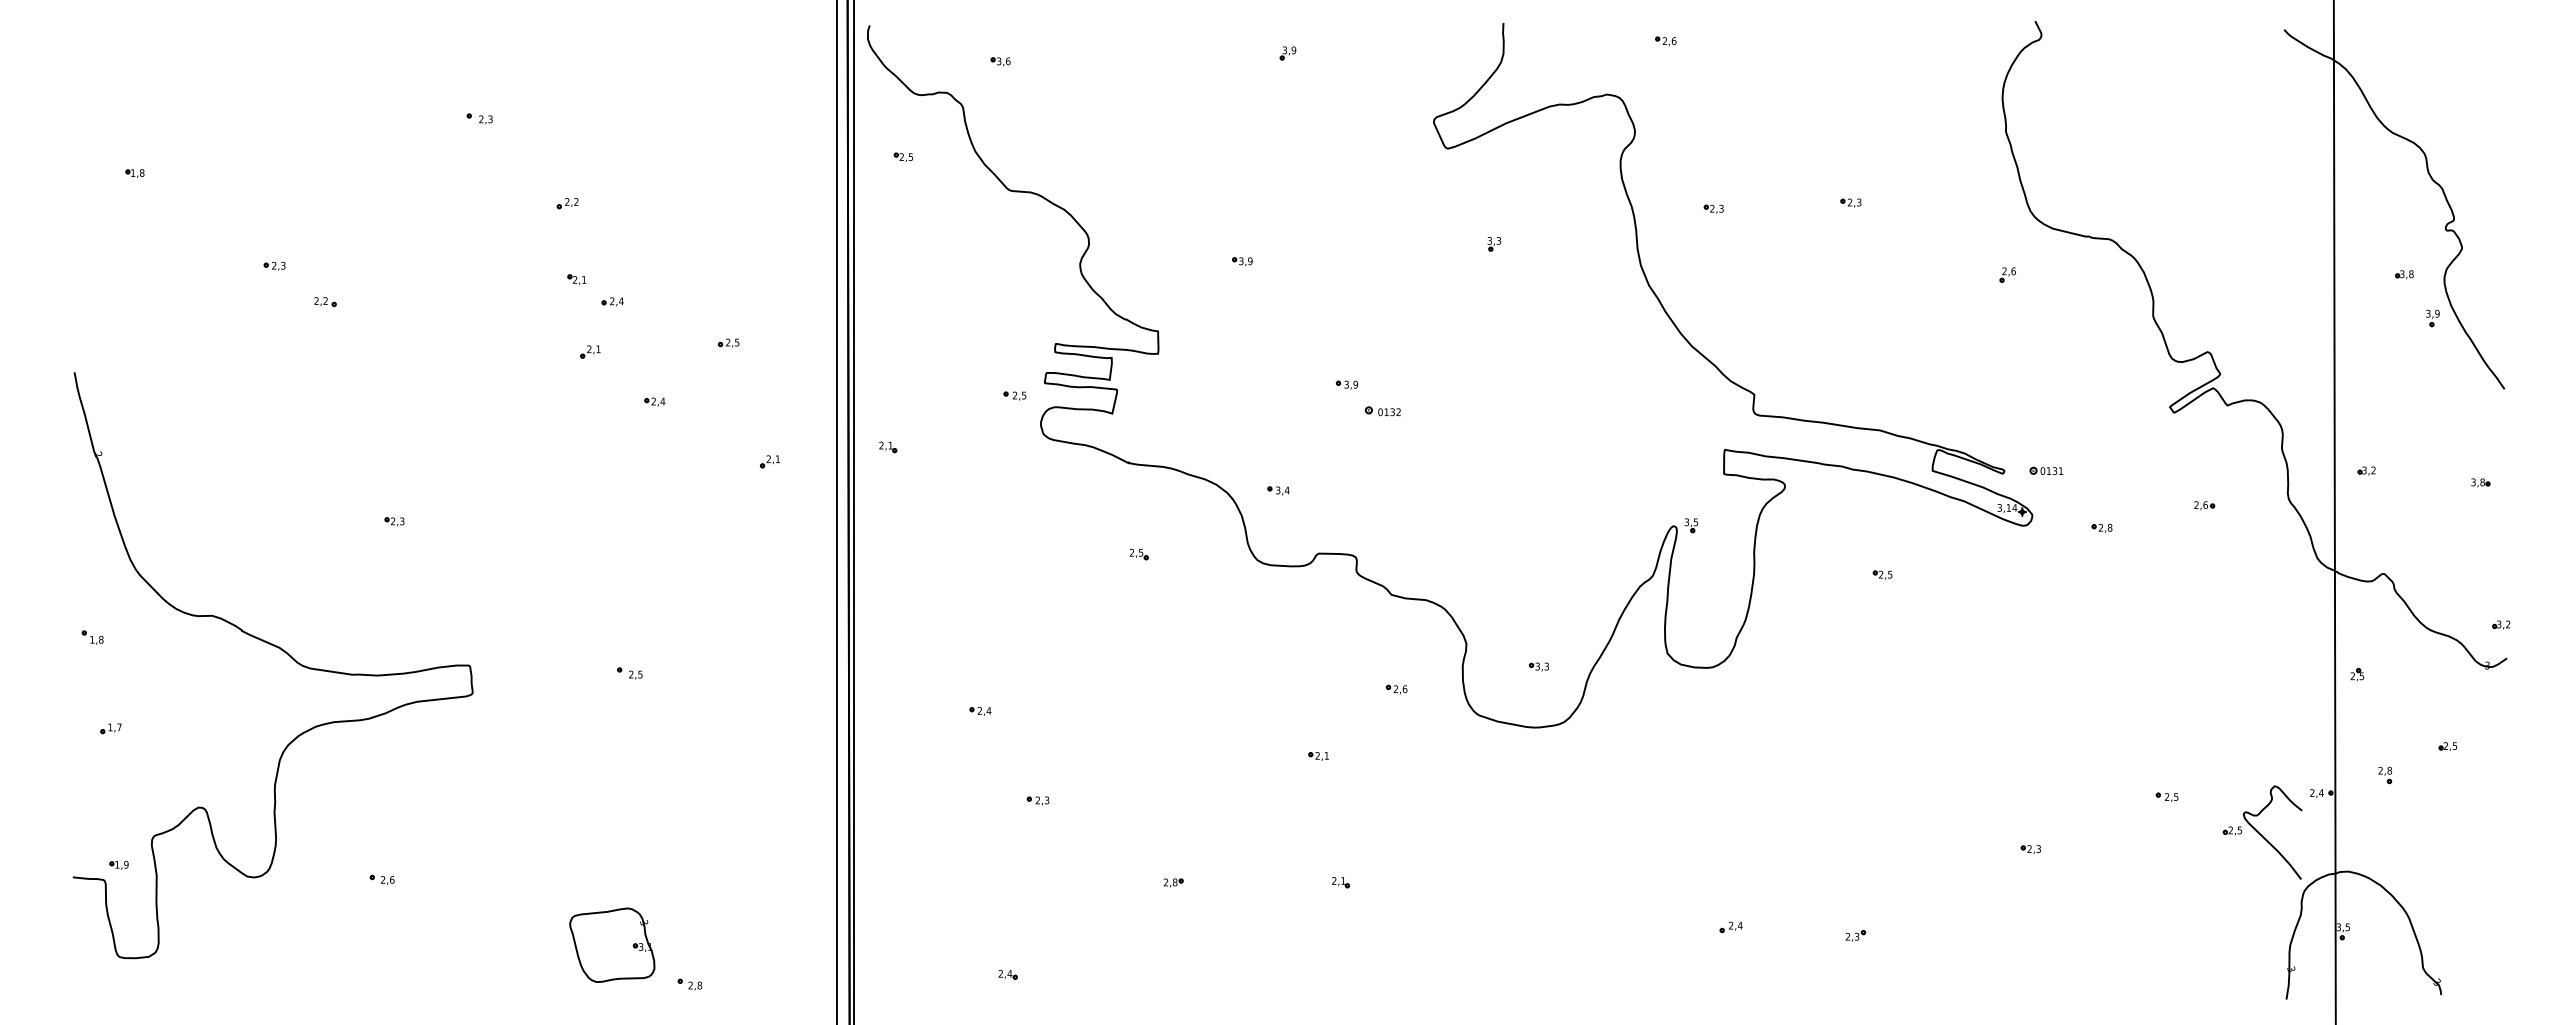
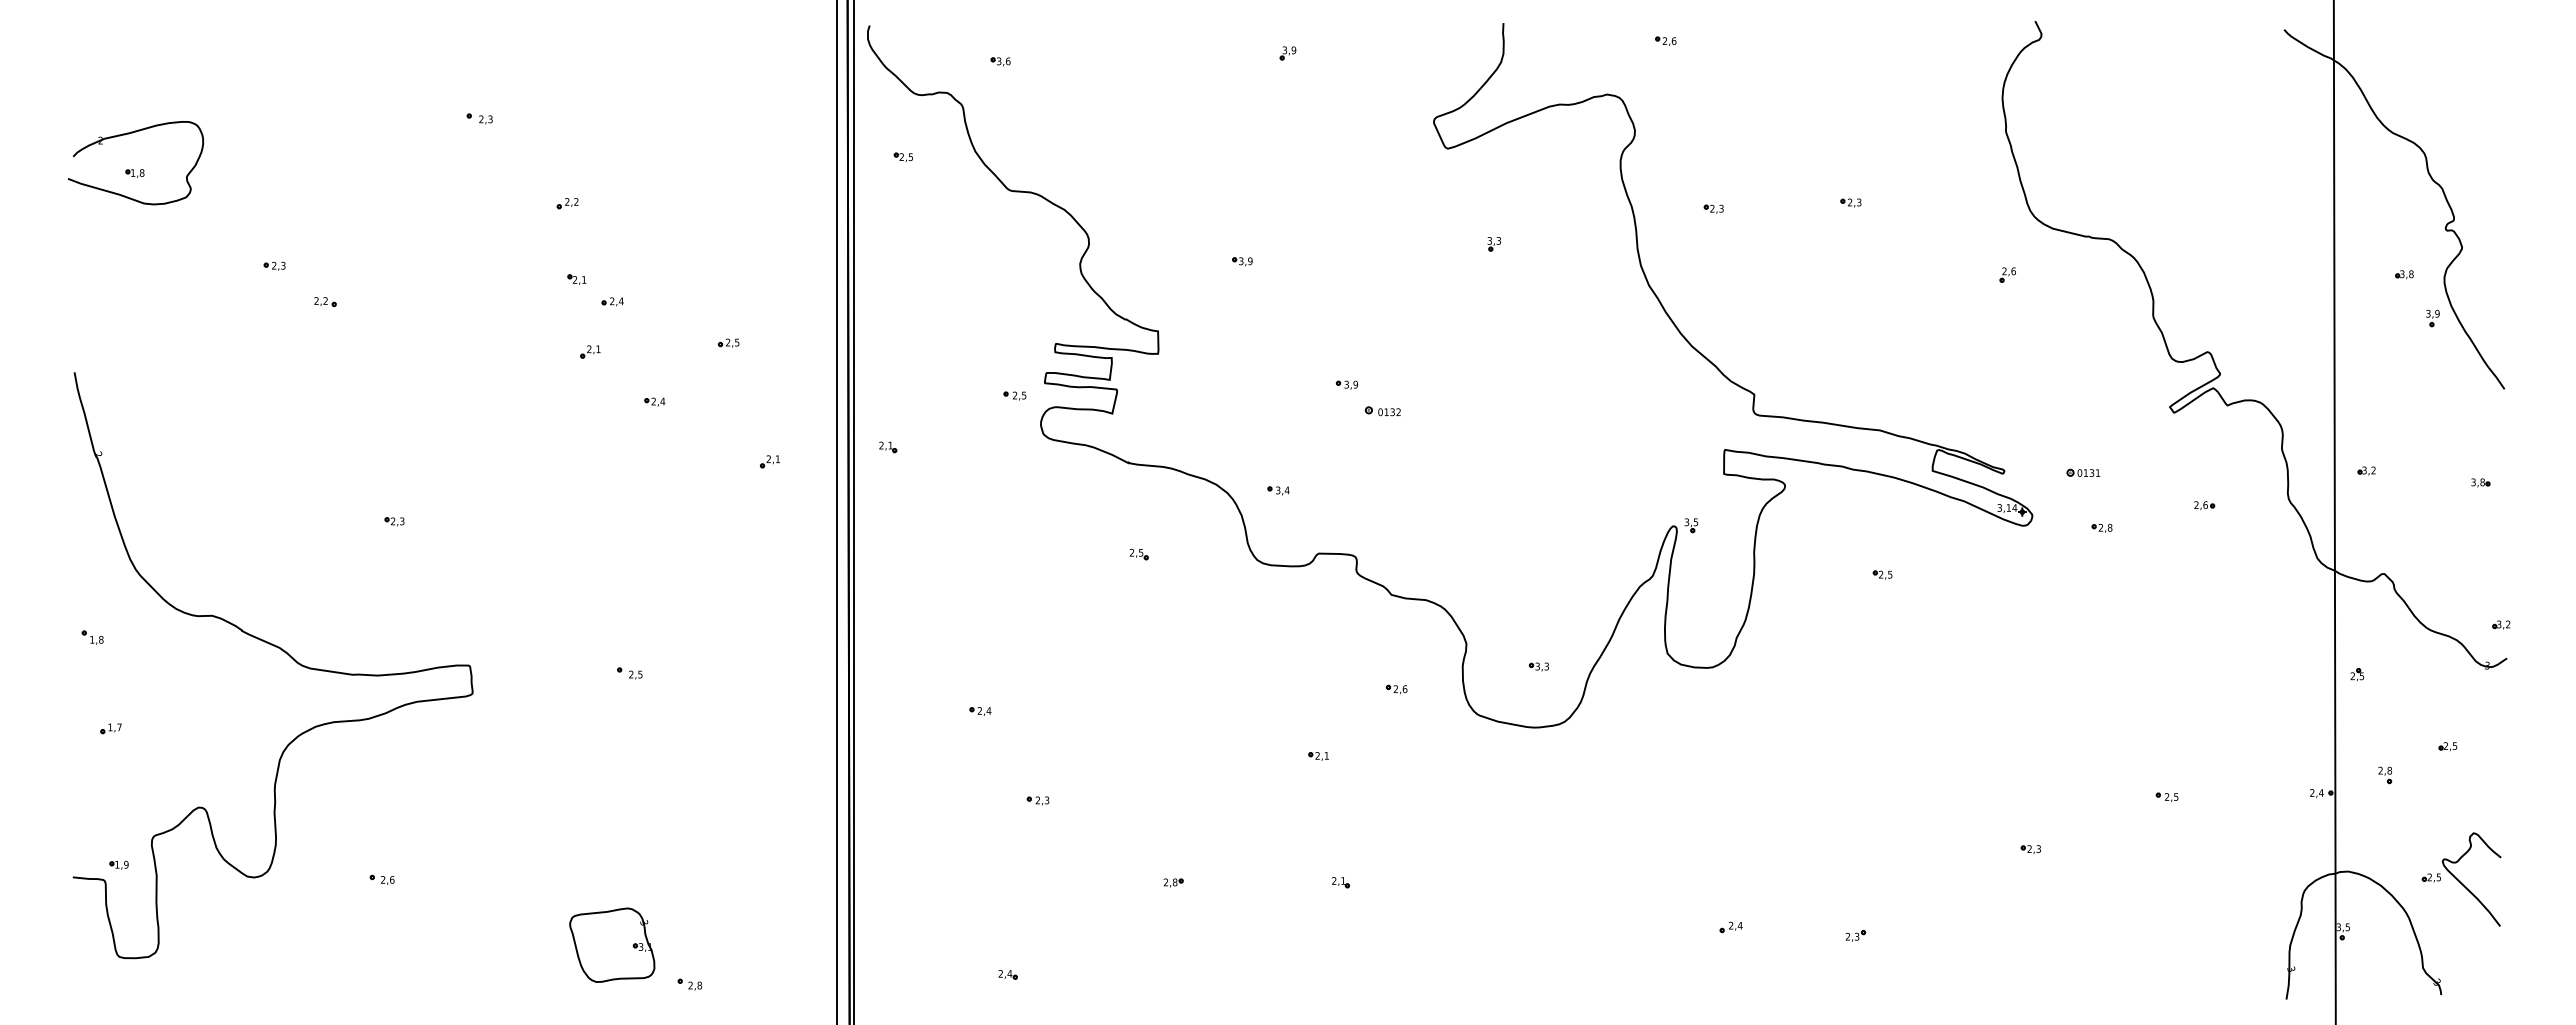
part at (129, 134): none -> present
part at (2046, 470) position: (2046, 470) -> (2083, 472)
part at (2262, 832) position: (2262, 832) -> (2461, 879)
